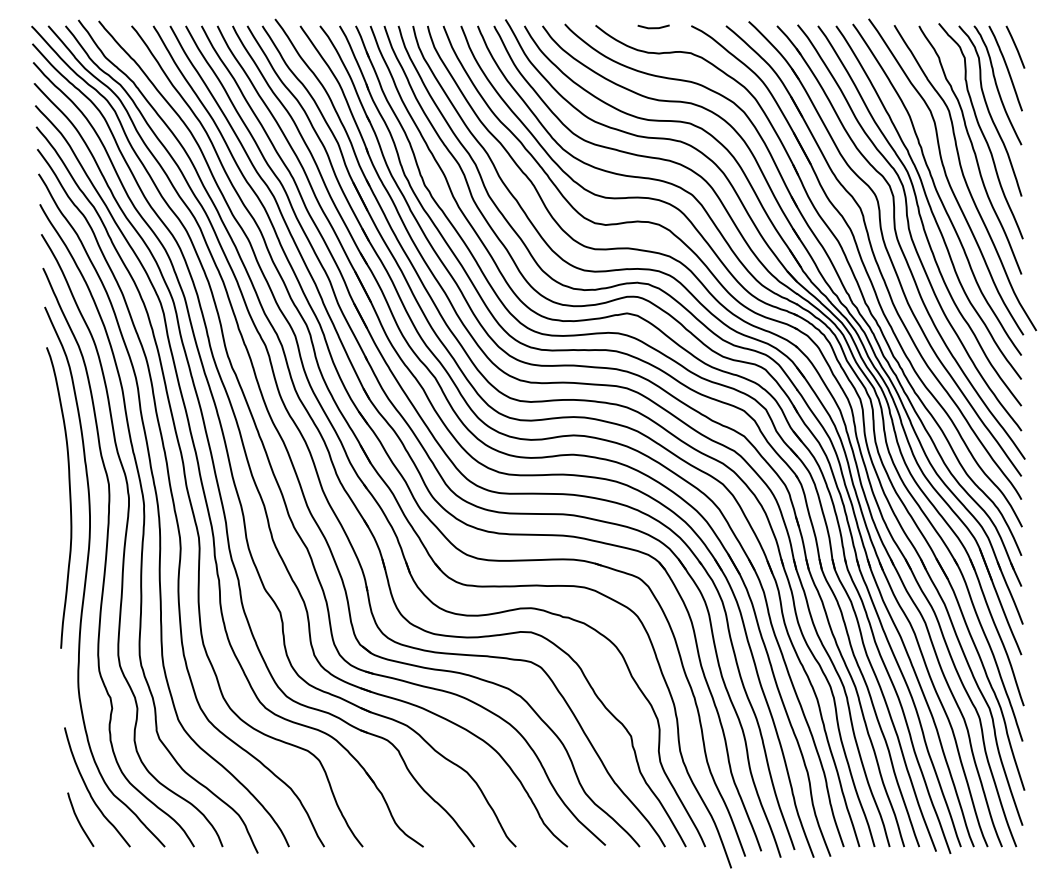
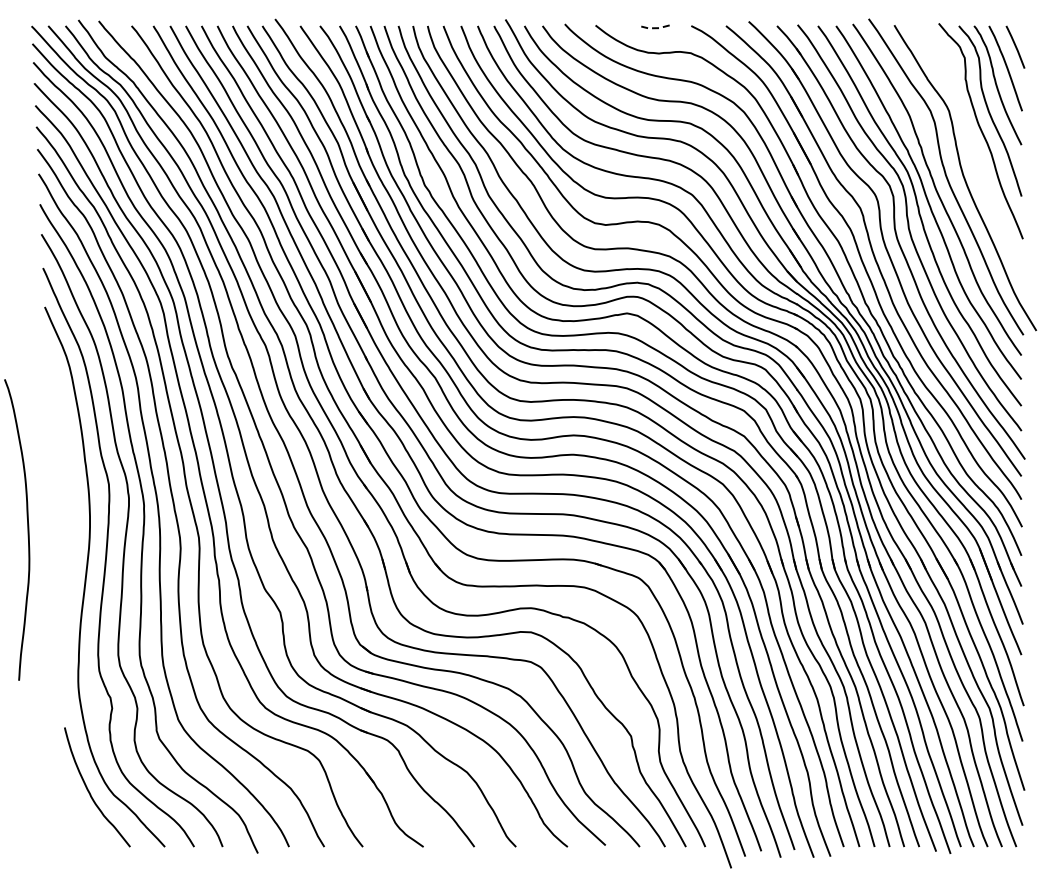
line at (654, 28): solid -> dashed
curve at (972, 149): present -> none
curve at (69, 497) position: (69, 497) -> (27, 529)
curve at (79, 820): present -> none
